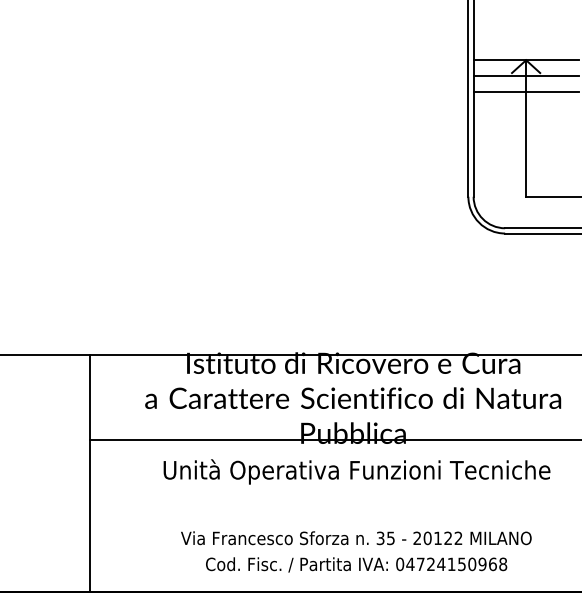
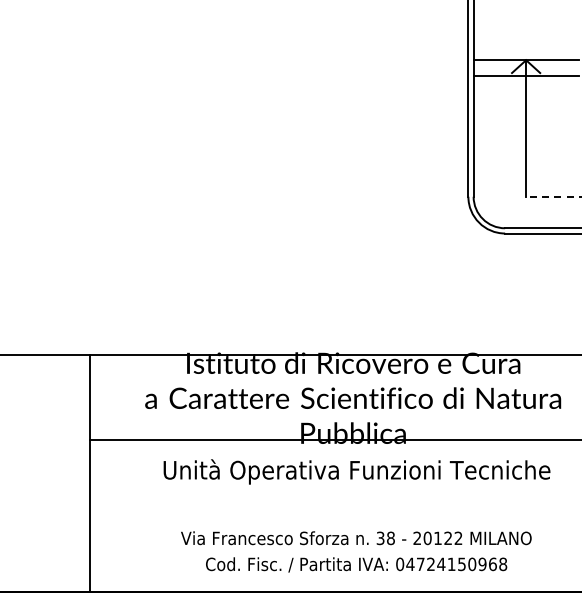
line at (525, 91): present -> none
line at (554, 196): solid -> dashed
text at (390, 538): 35 -> 38
